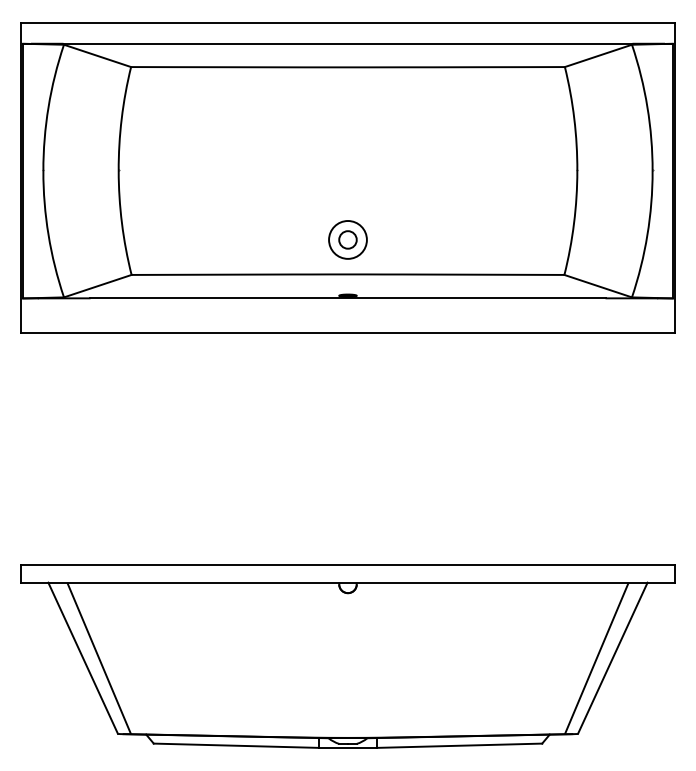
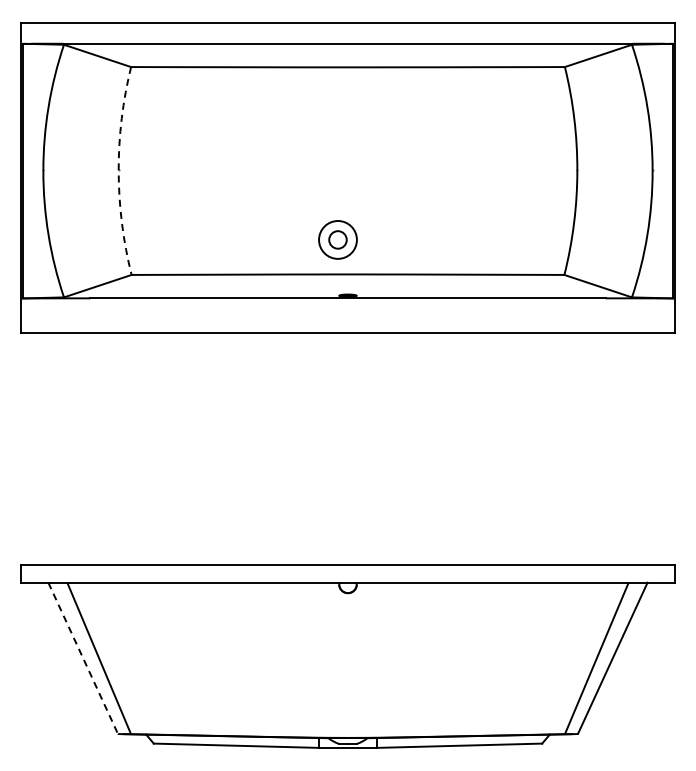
arc at (118, 171): solid -> dashed
part at (347, 239) position: (347, 239) -> (337, 239)
line at (83, 658): solid -> dashed
